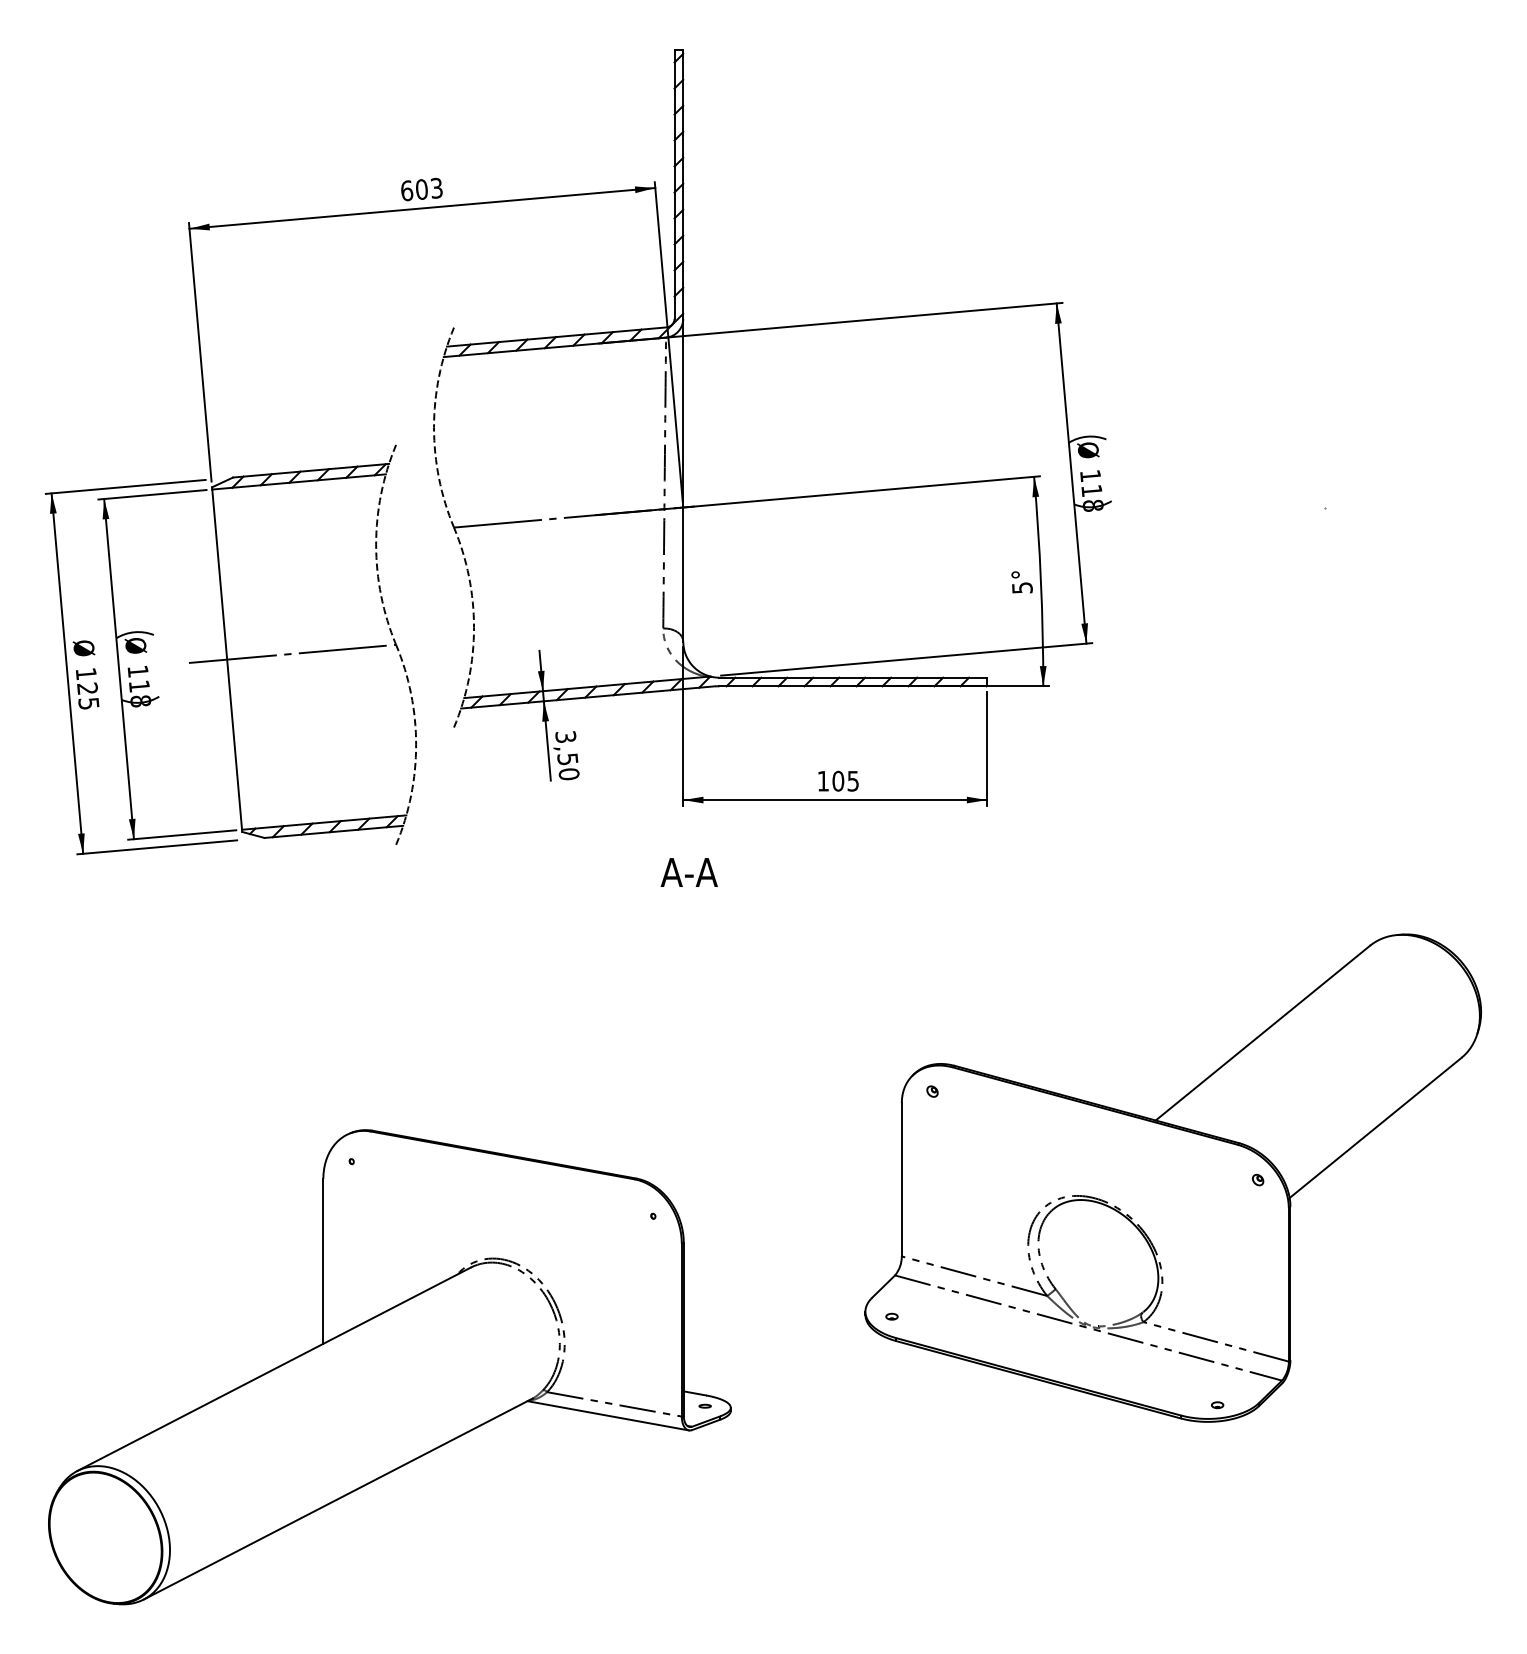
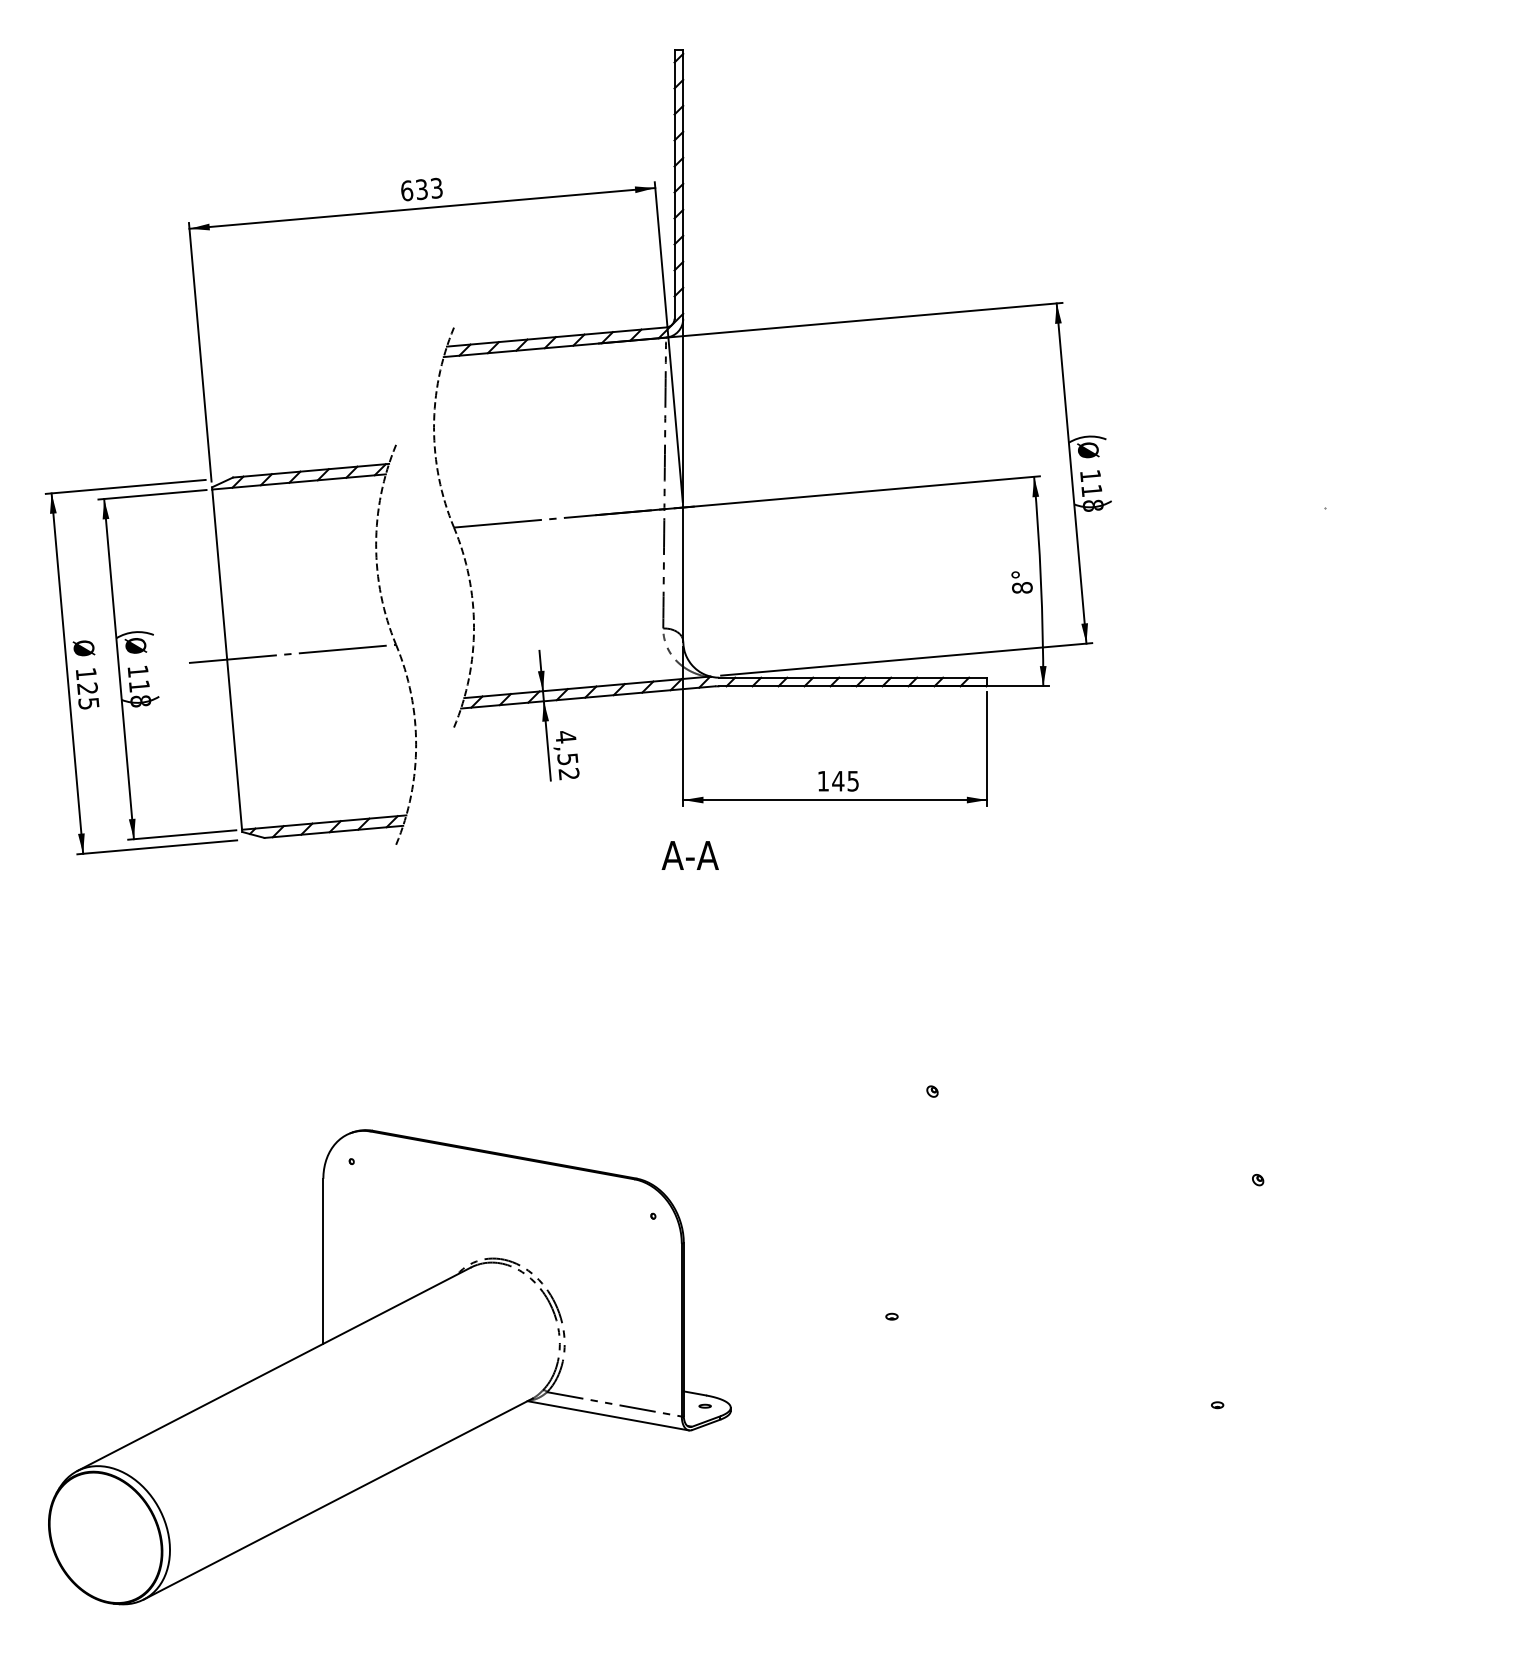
text at (421, 189): 603 -> 633
text at (1022, 587): 5° -> 8°
text at (567, 755): 3,50 -> 4,52
text at (838, 780): 105 -> 145
text at (688, 872) position: (688, 872) -> (689, 855)
part at (1173, 1177): present -> none
